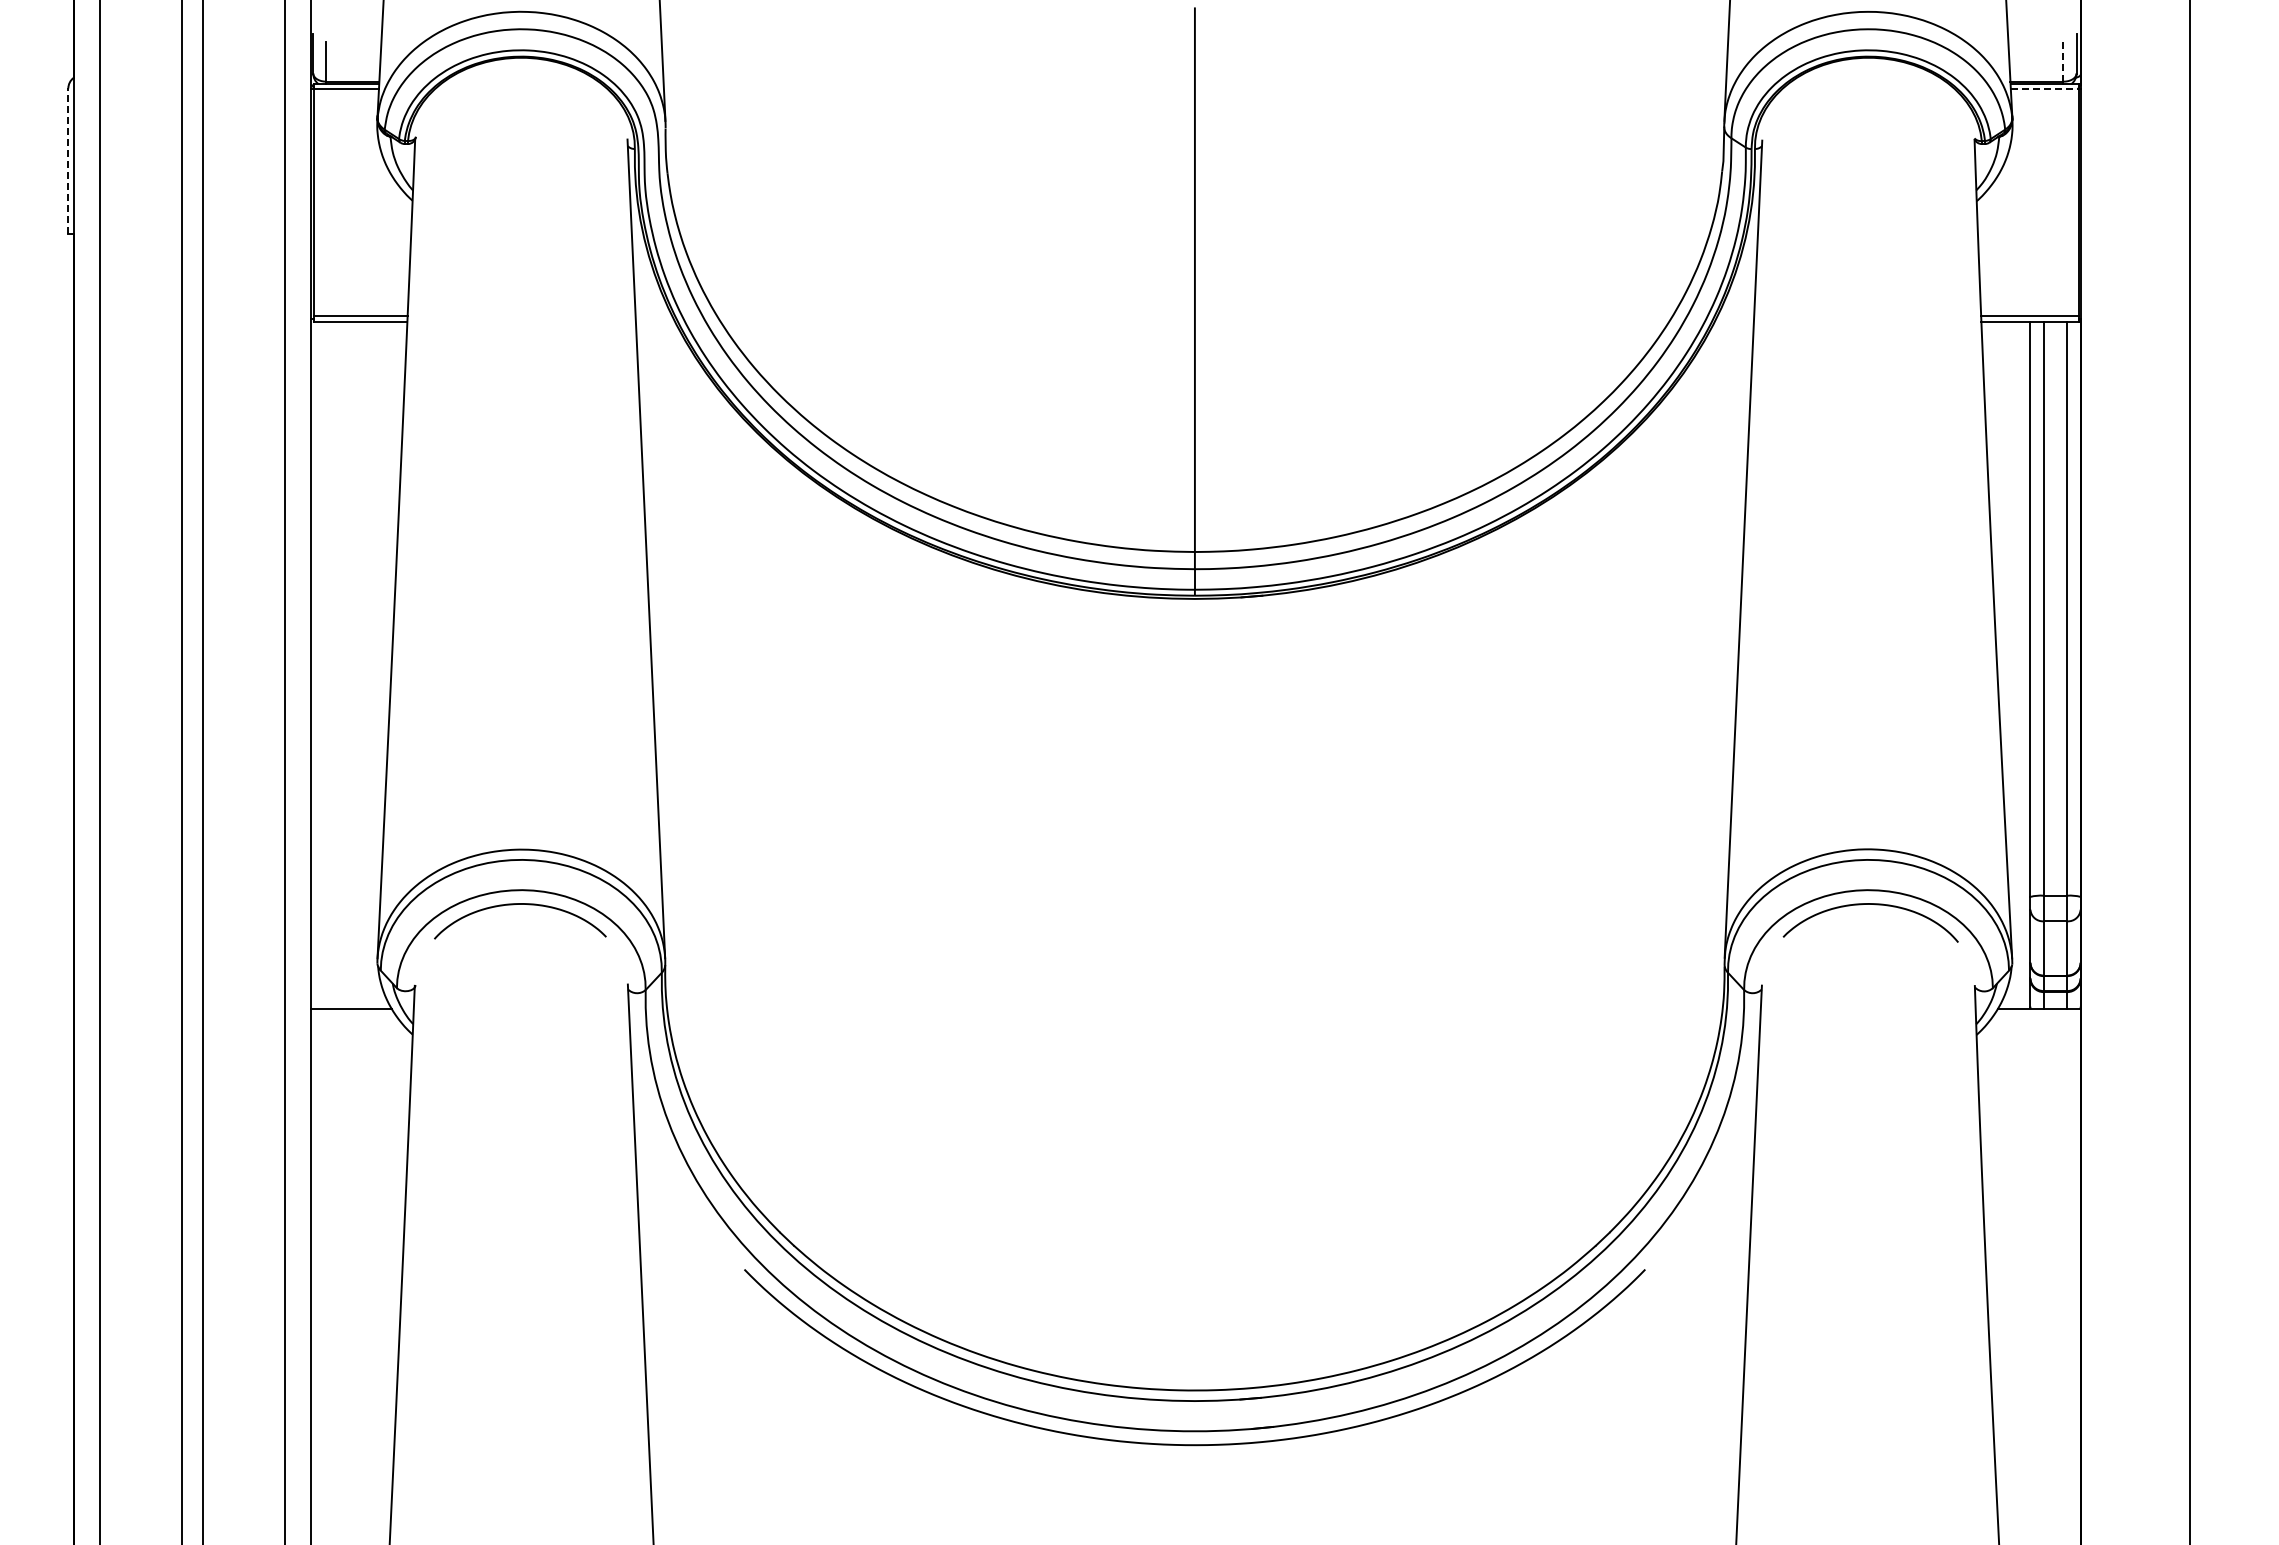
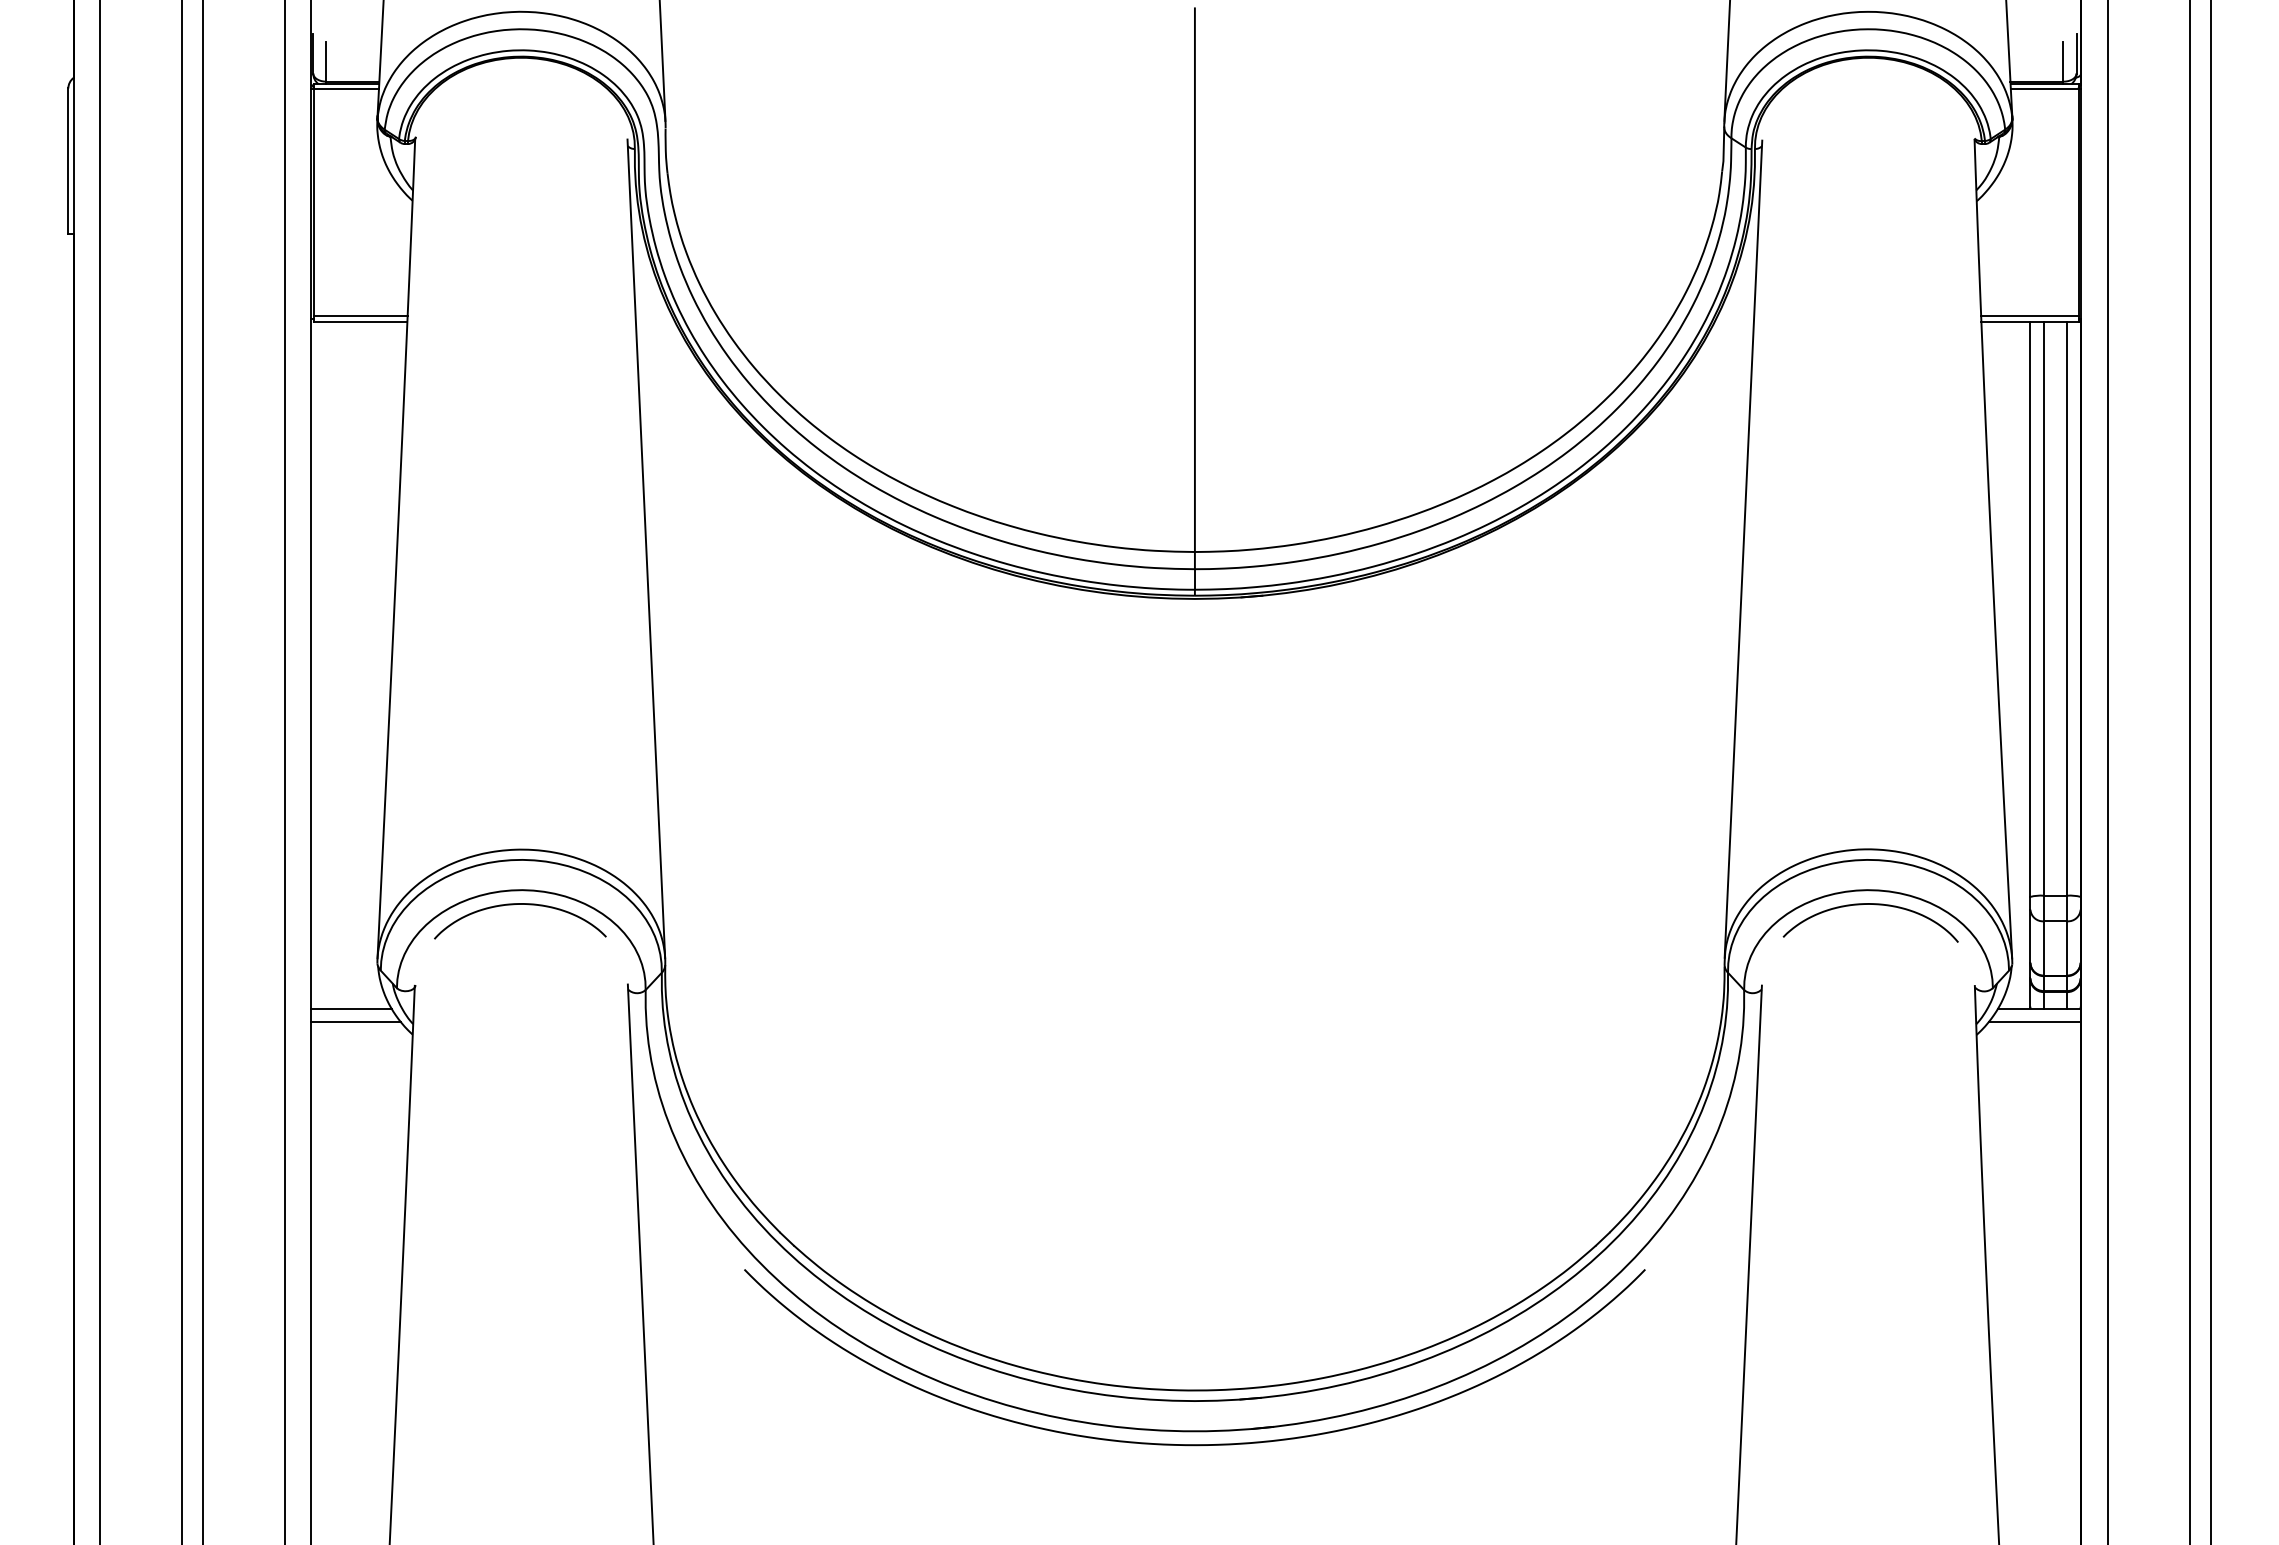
line at (2063, 61): dashed -> solid
line at (2044, 89): dashed -> solid
line at (68, 161): dashed -> solid
line at (2107, 771): none -> present
line at (2210, 771): none -> present
line at (355, 1021): none -> present
line at (2034, 1021): none -> present
